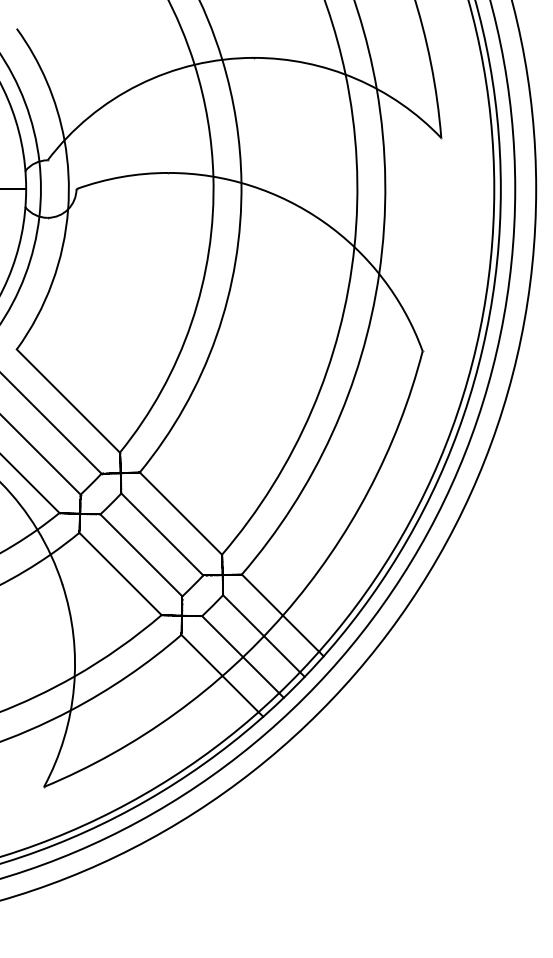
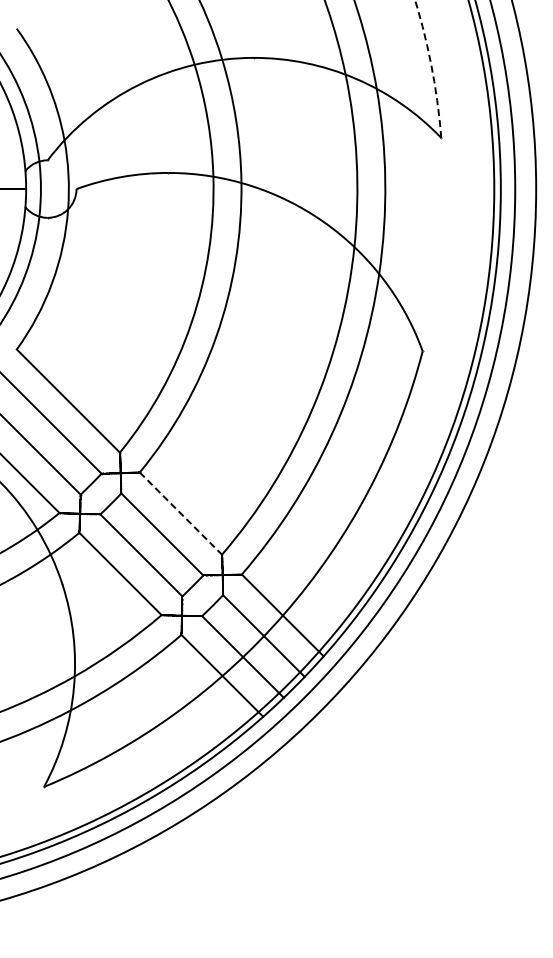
arc at (431, 67): solid -> dashed
line at (181, 513): solid -> dashed
